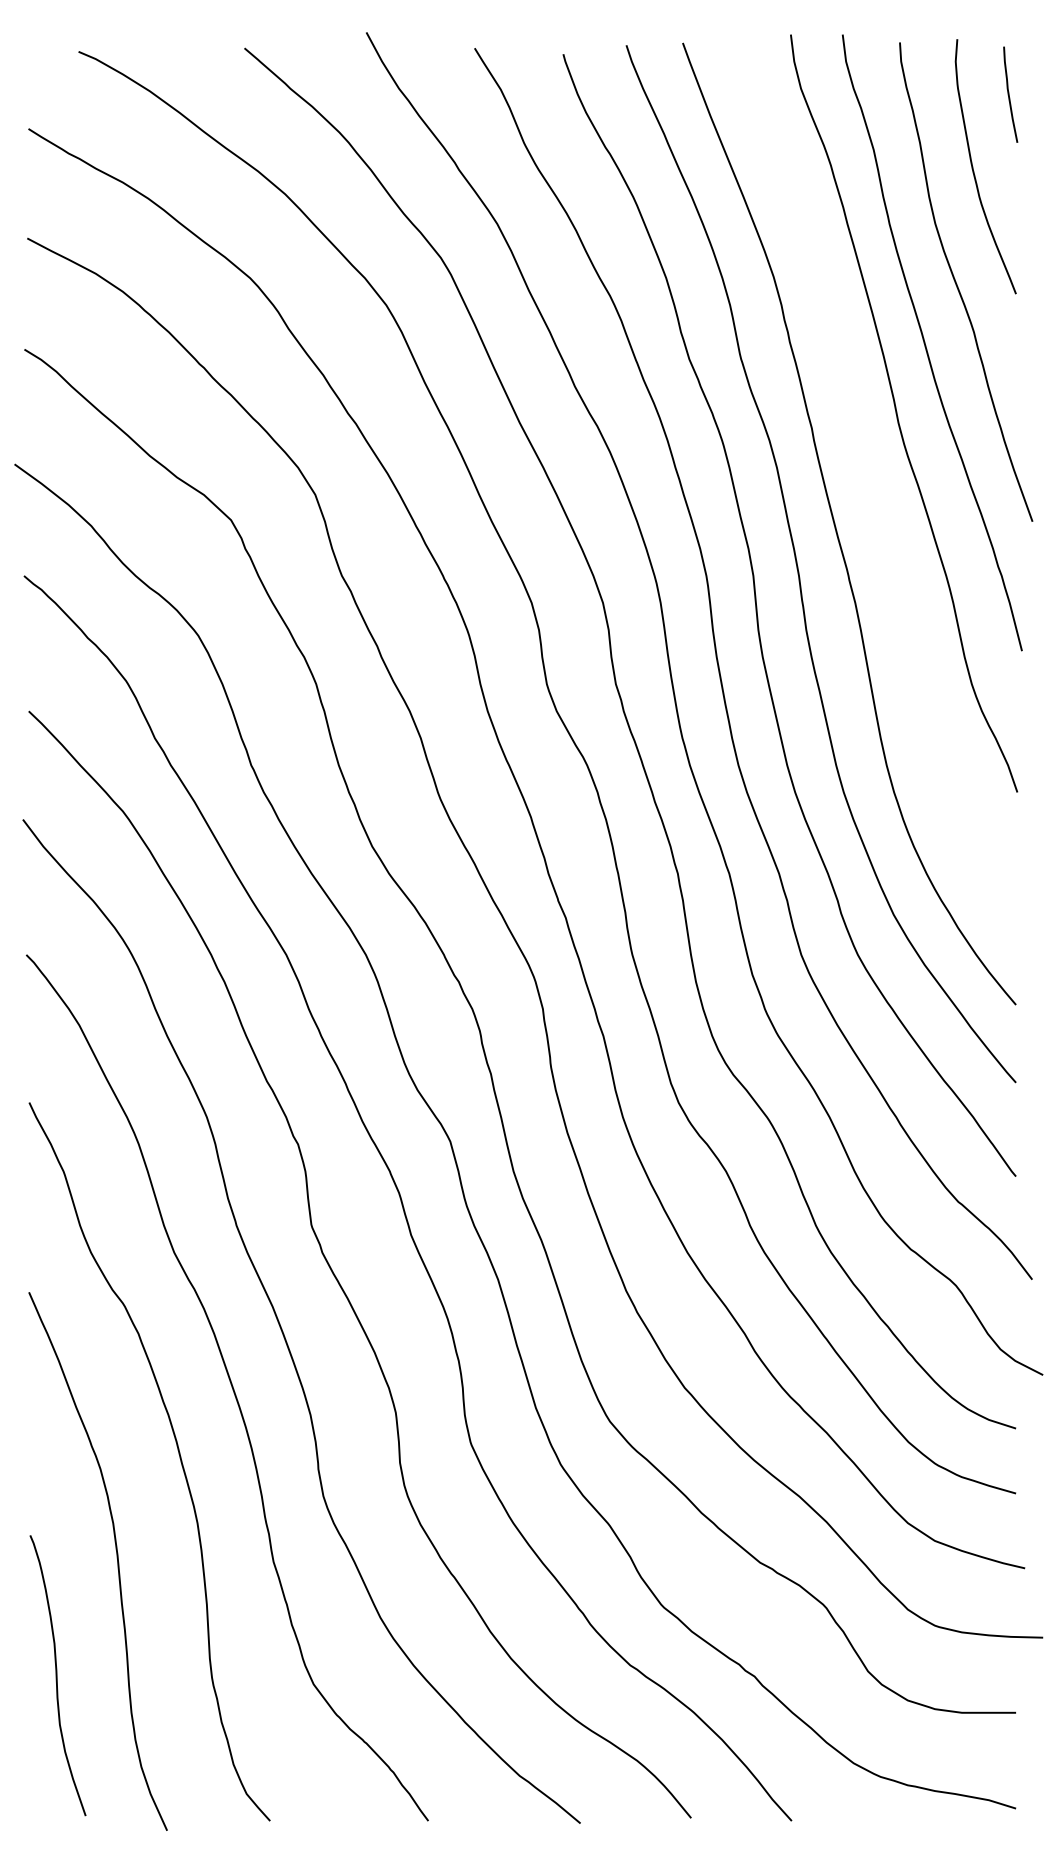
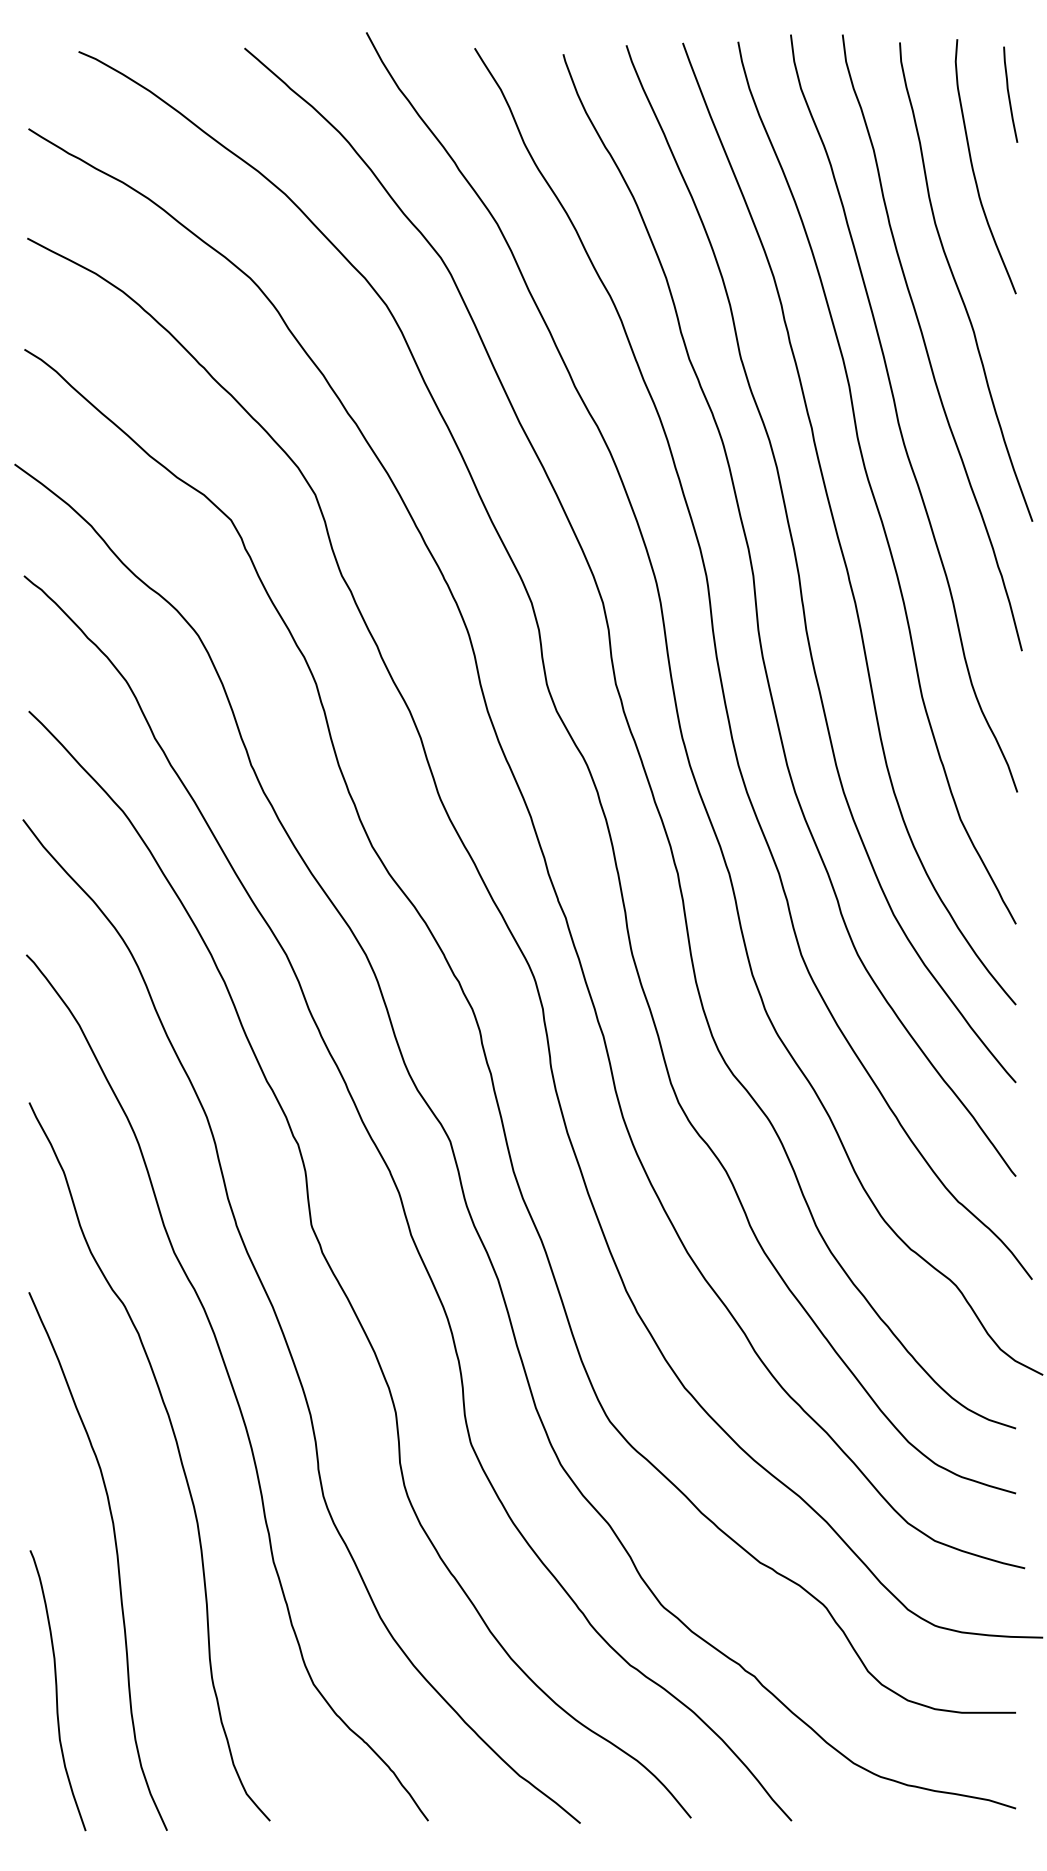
curve at (870, 483): none -> present
curve at (57, 1675) position: (57, 1675) -> (57, 1690)
